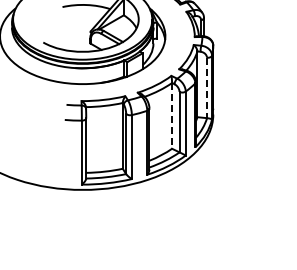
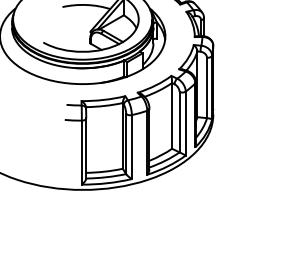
line at (207, 88): dashed -> solid
line at (172, 115): dashed -> solid
